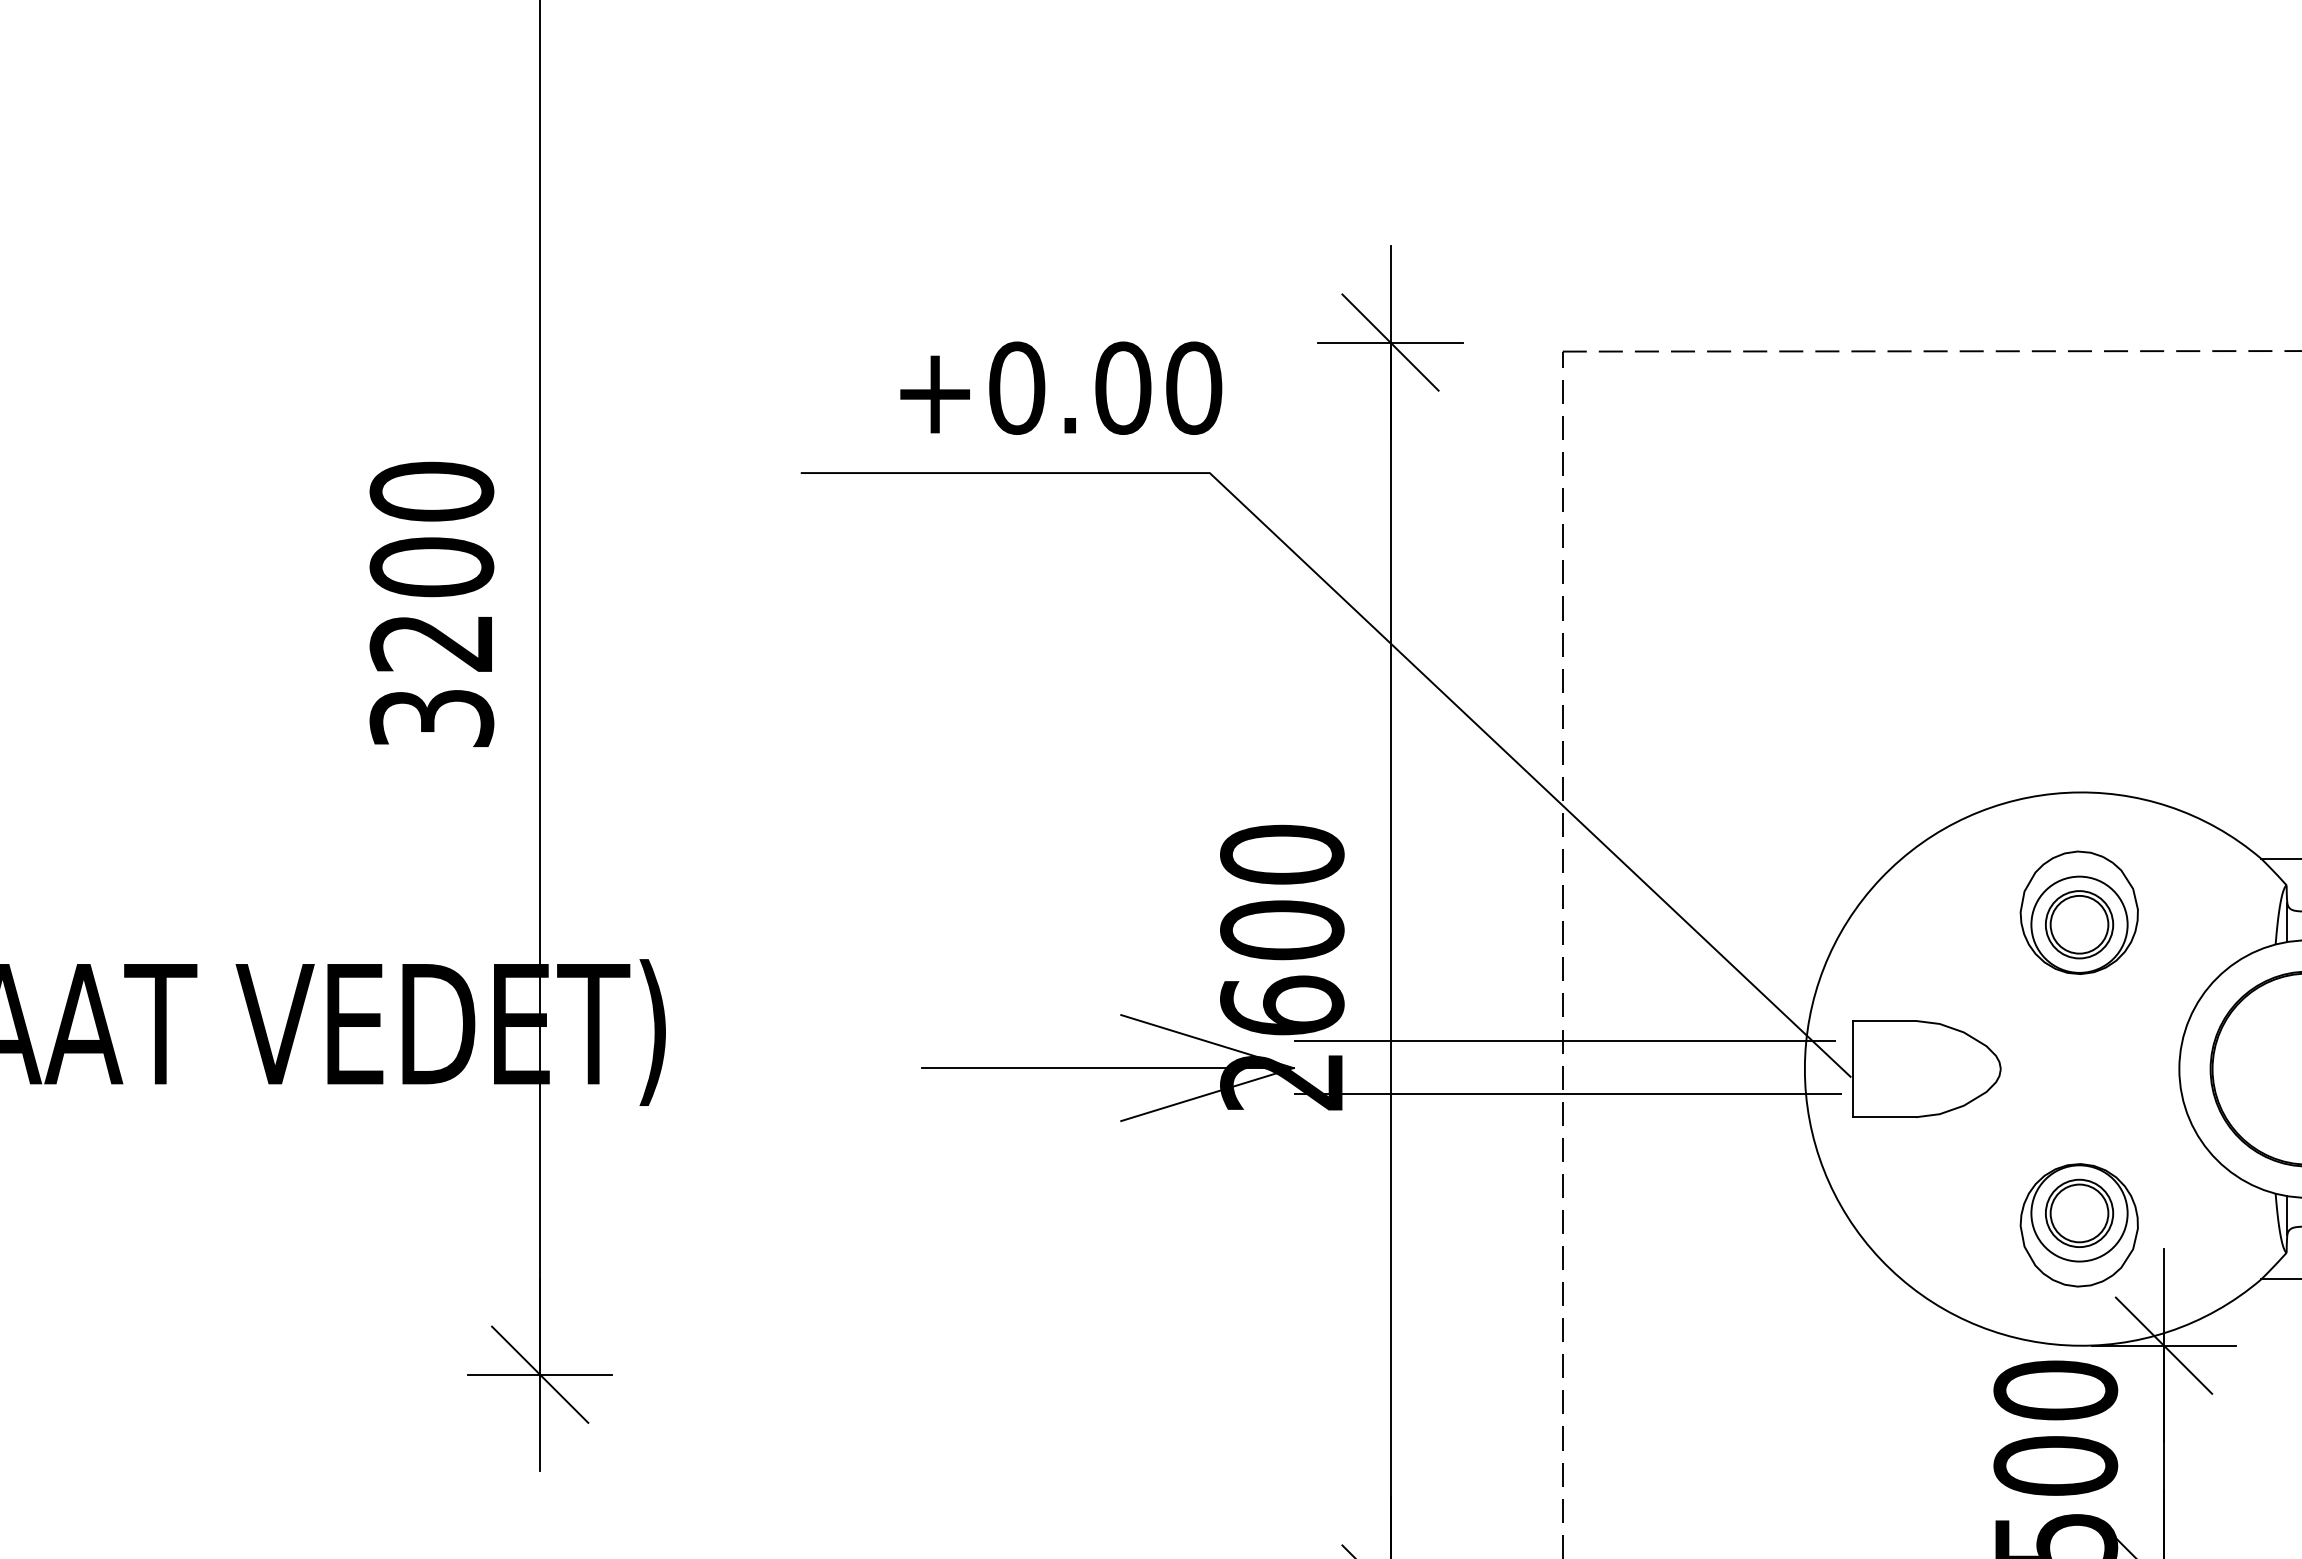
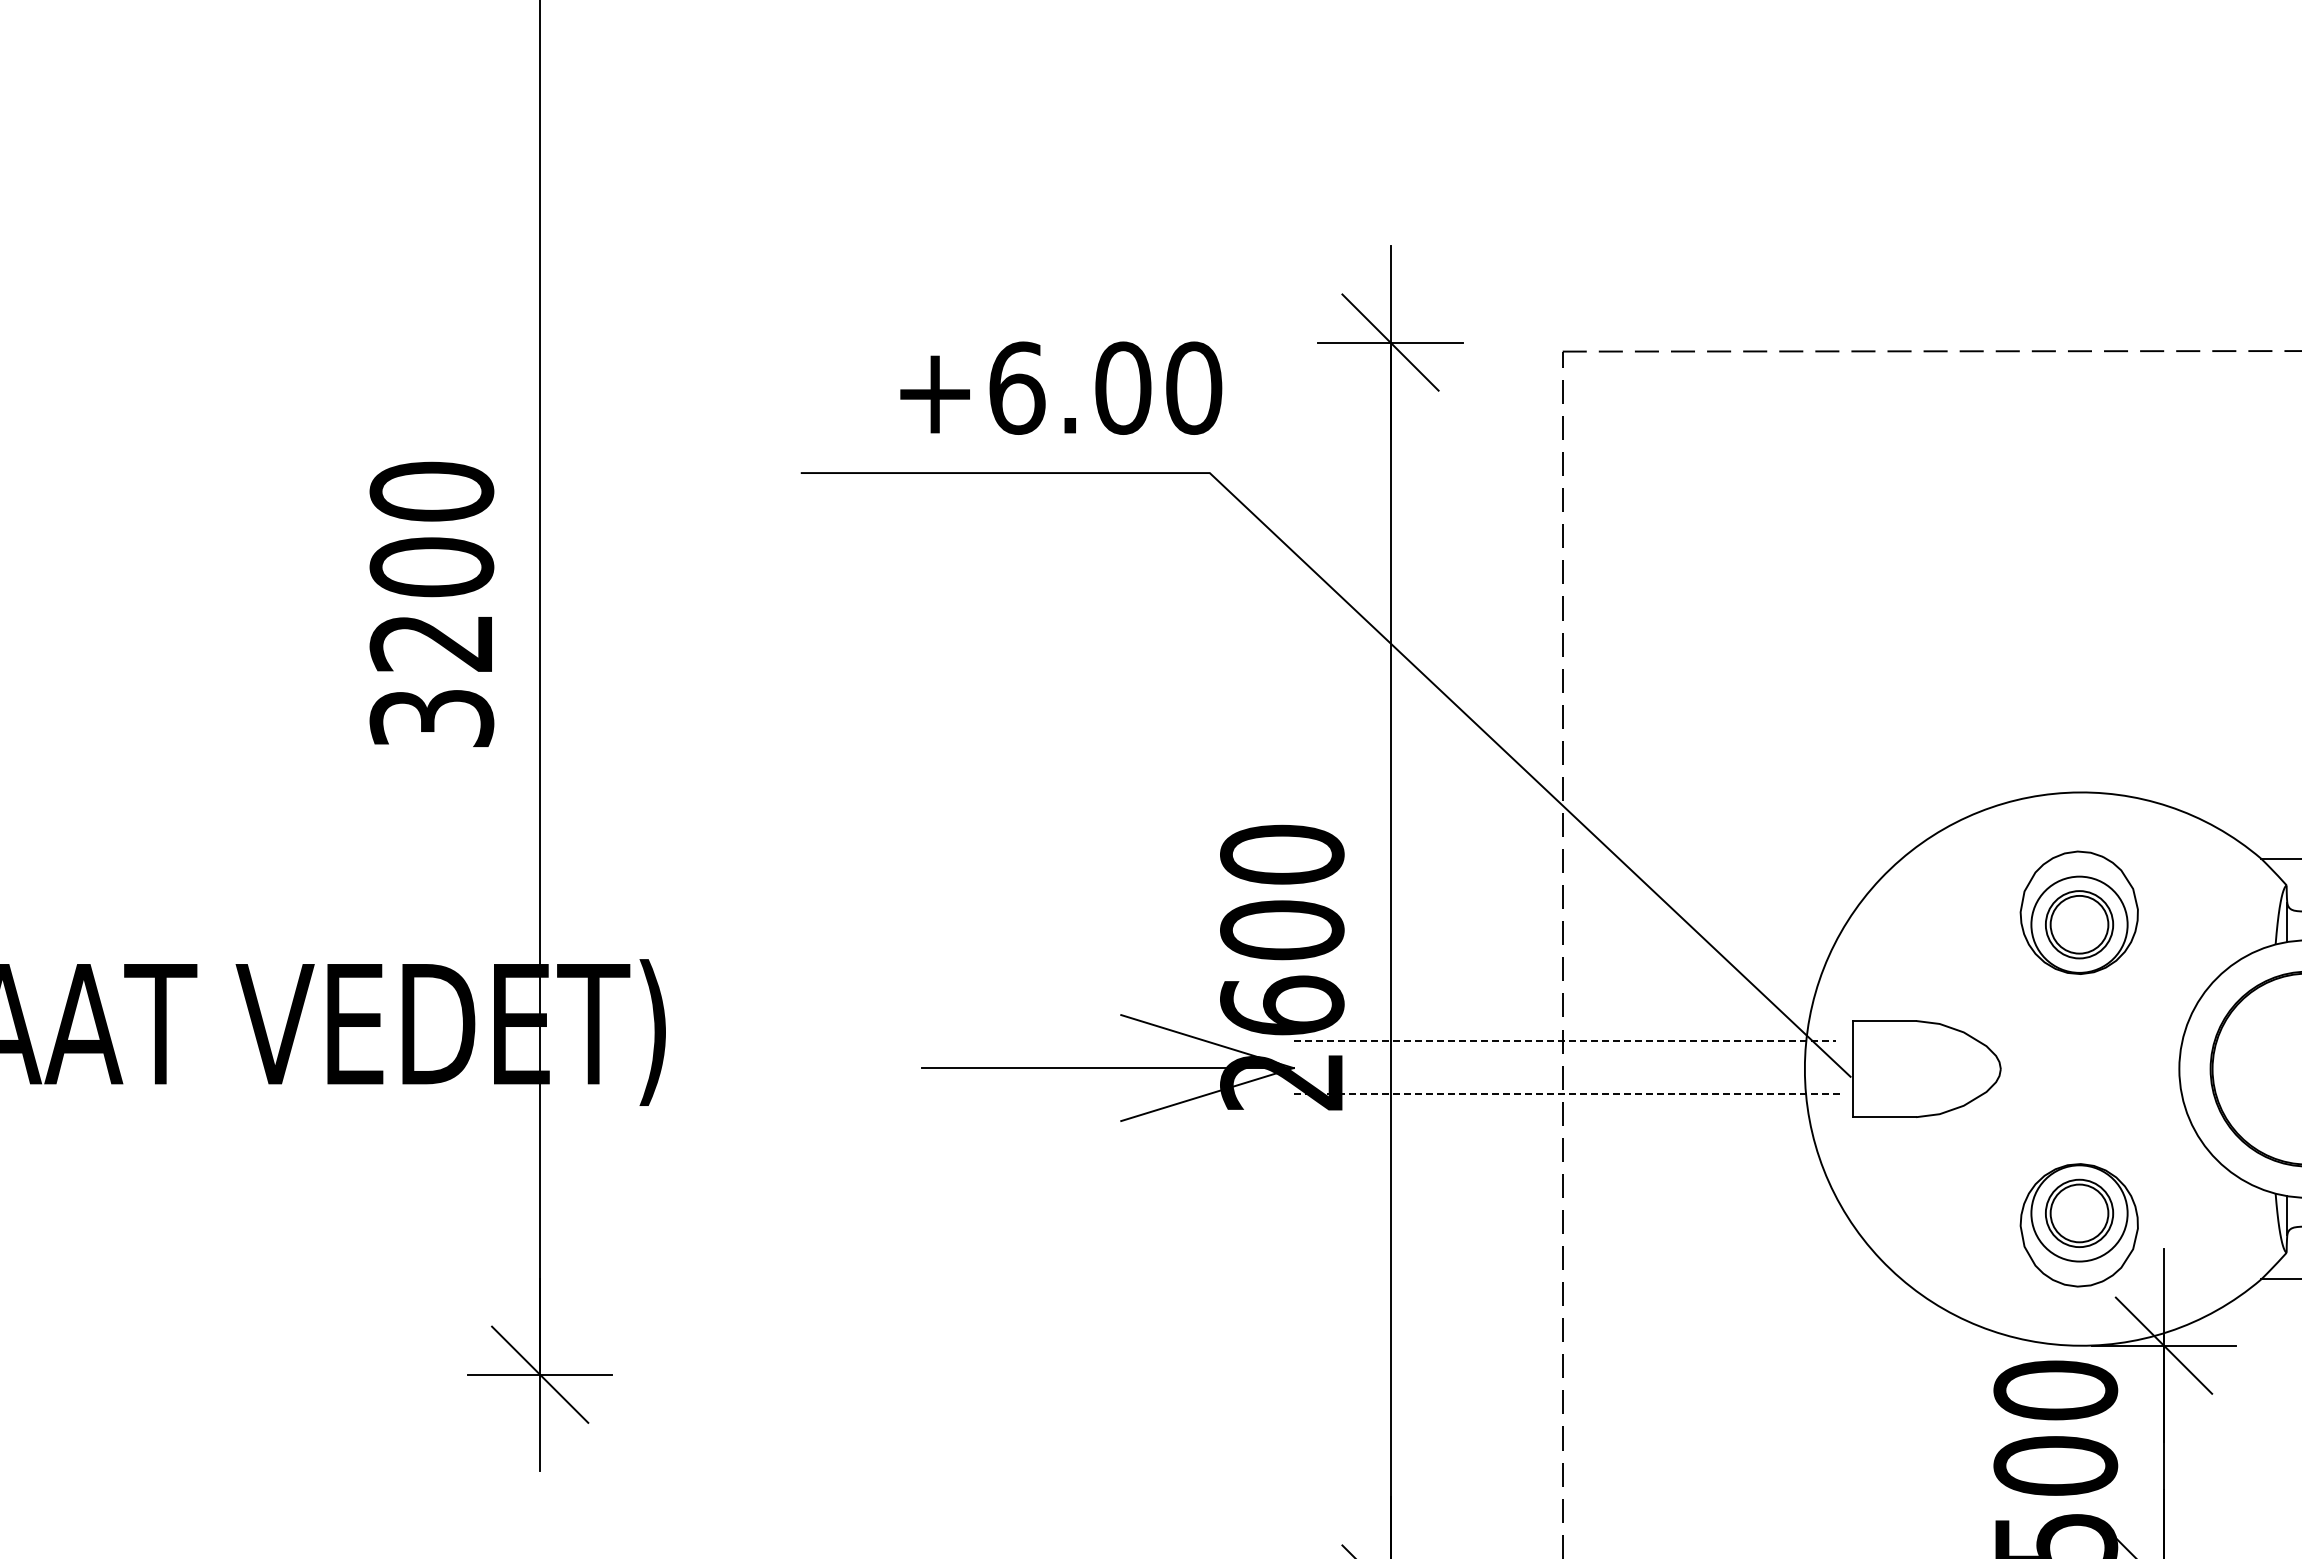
text at (1017, 387): +0.00 -> +6.00
line at (1565, 1041): solid -> dashed
line at (1568, 1094): solid -> dashed
